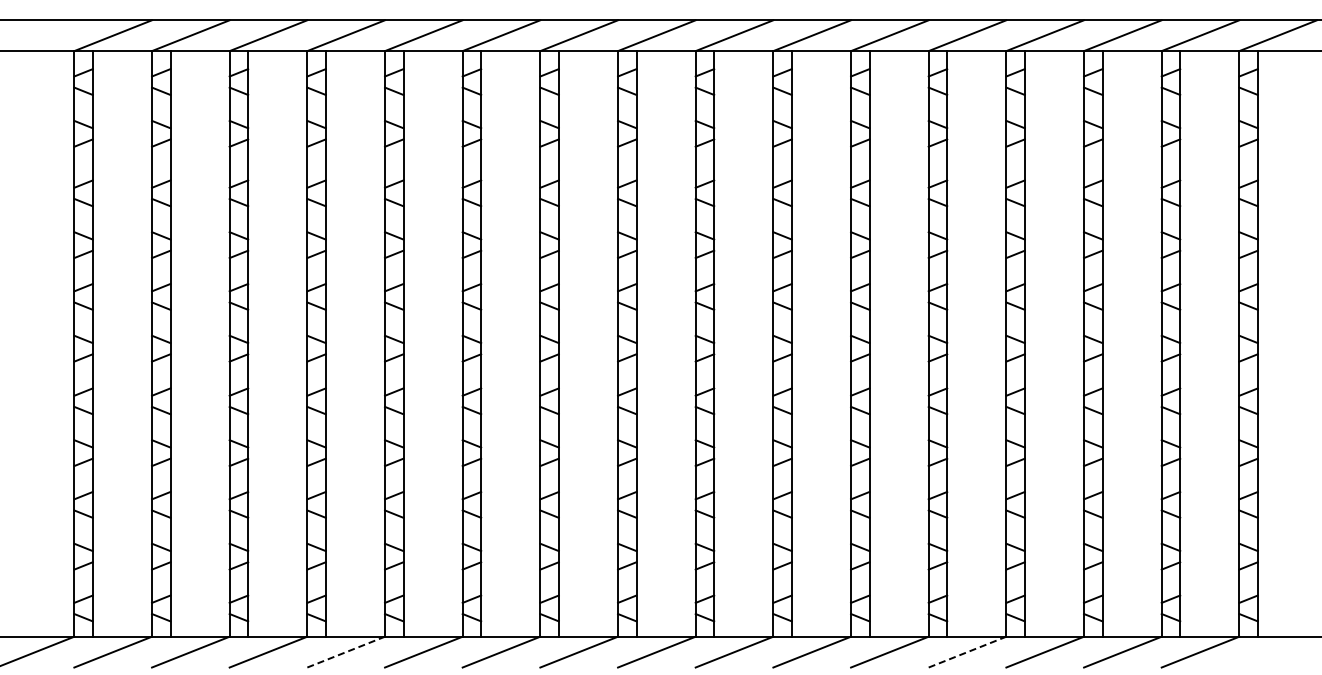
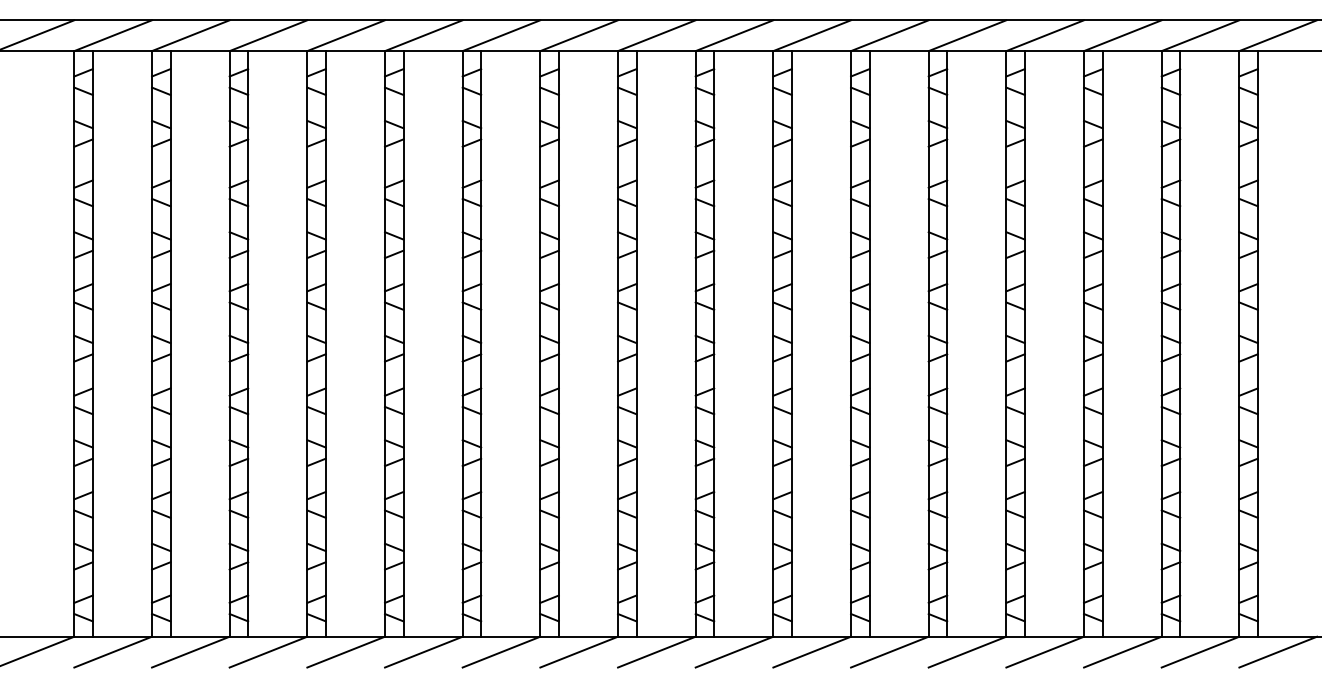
line at (38, 34): none -> present
line at (1278, 651): none -> present
line at (346, 652): dashed -> solid
line at (967, 652): dashed -> solid
